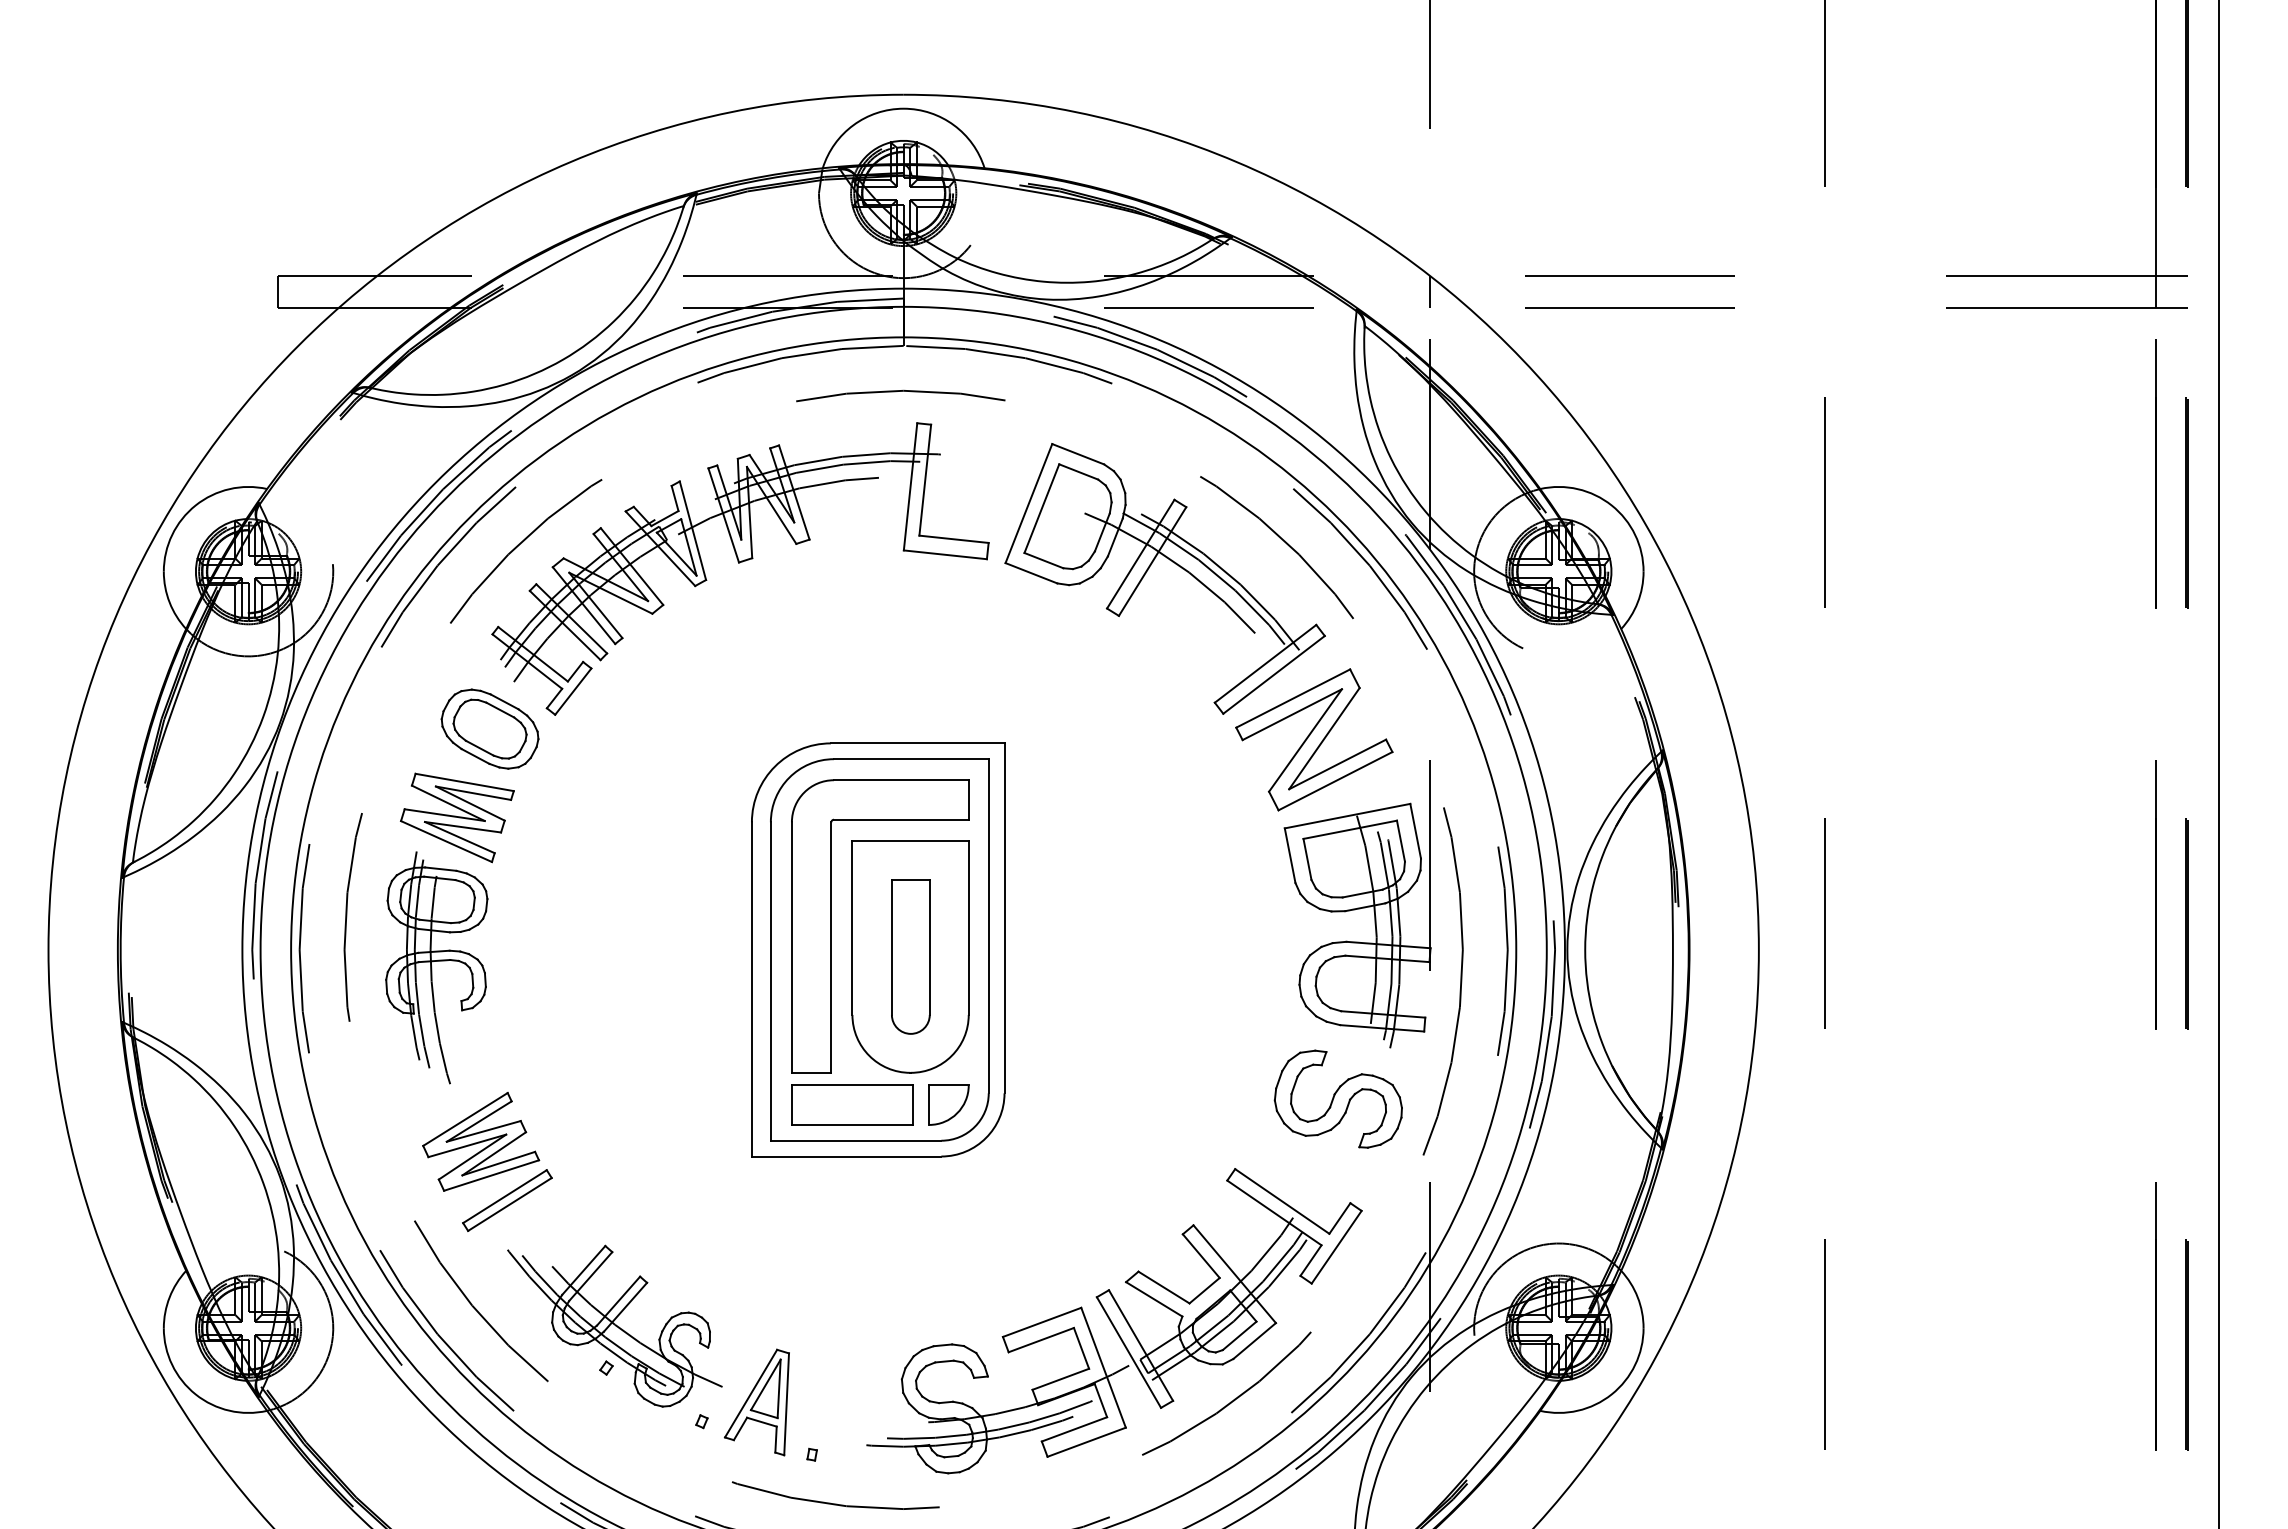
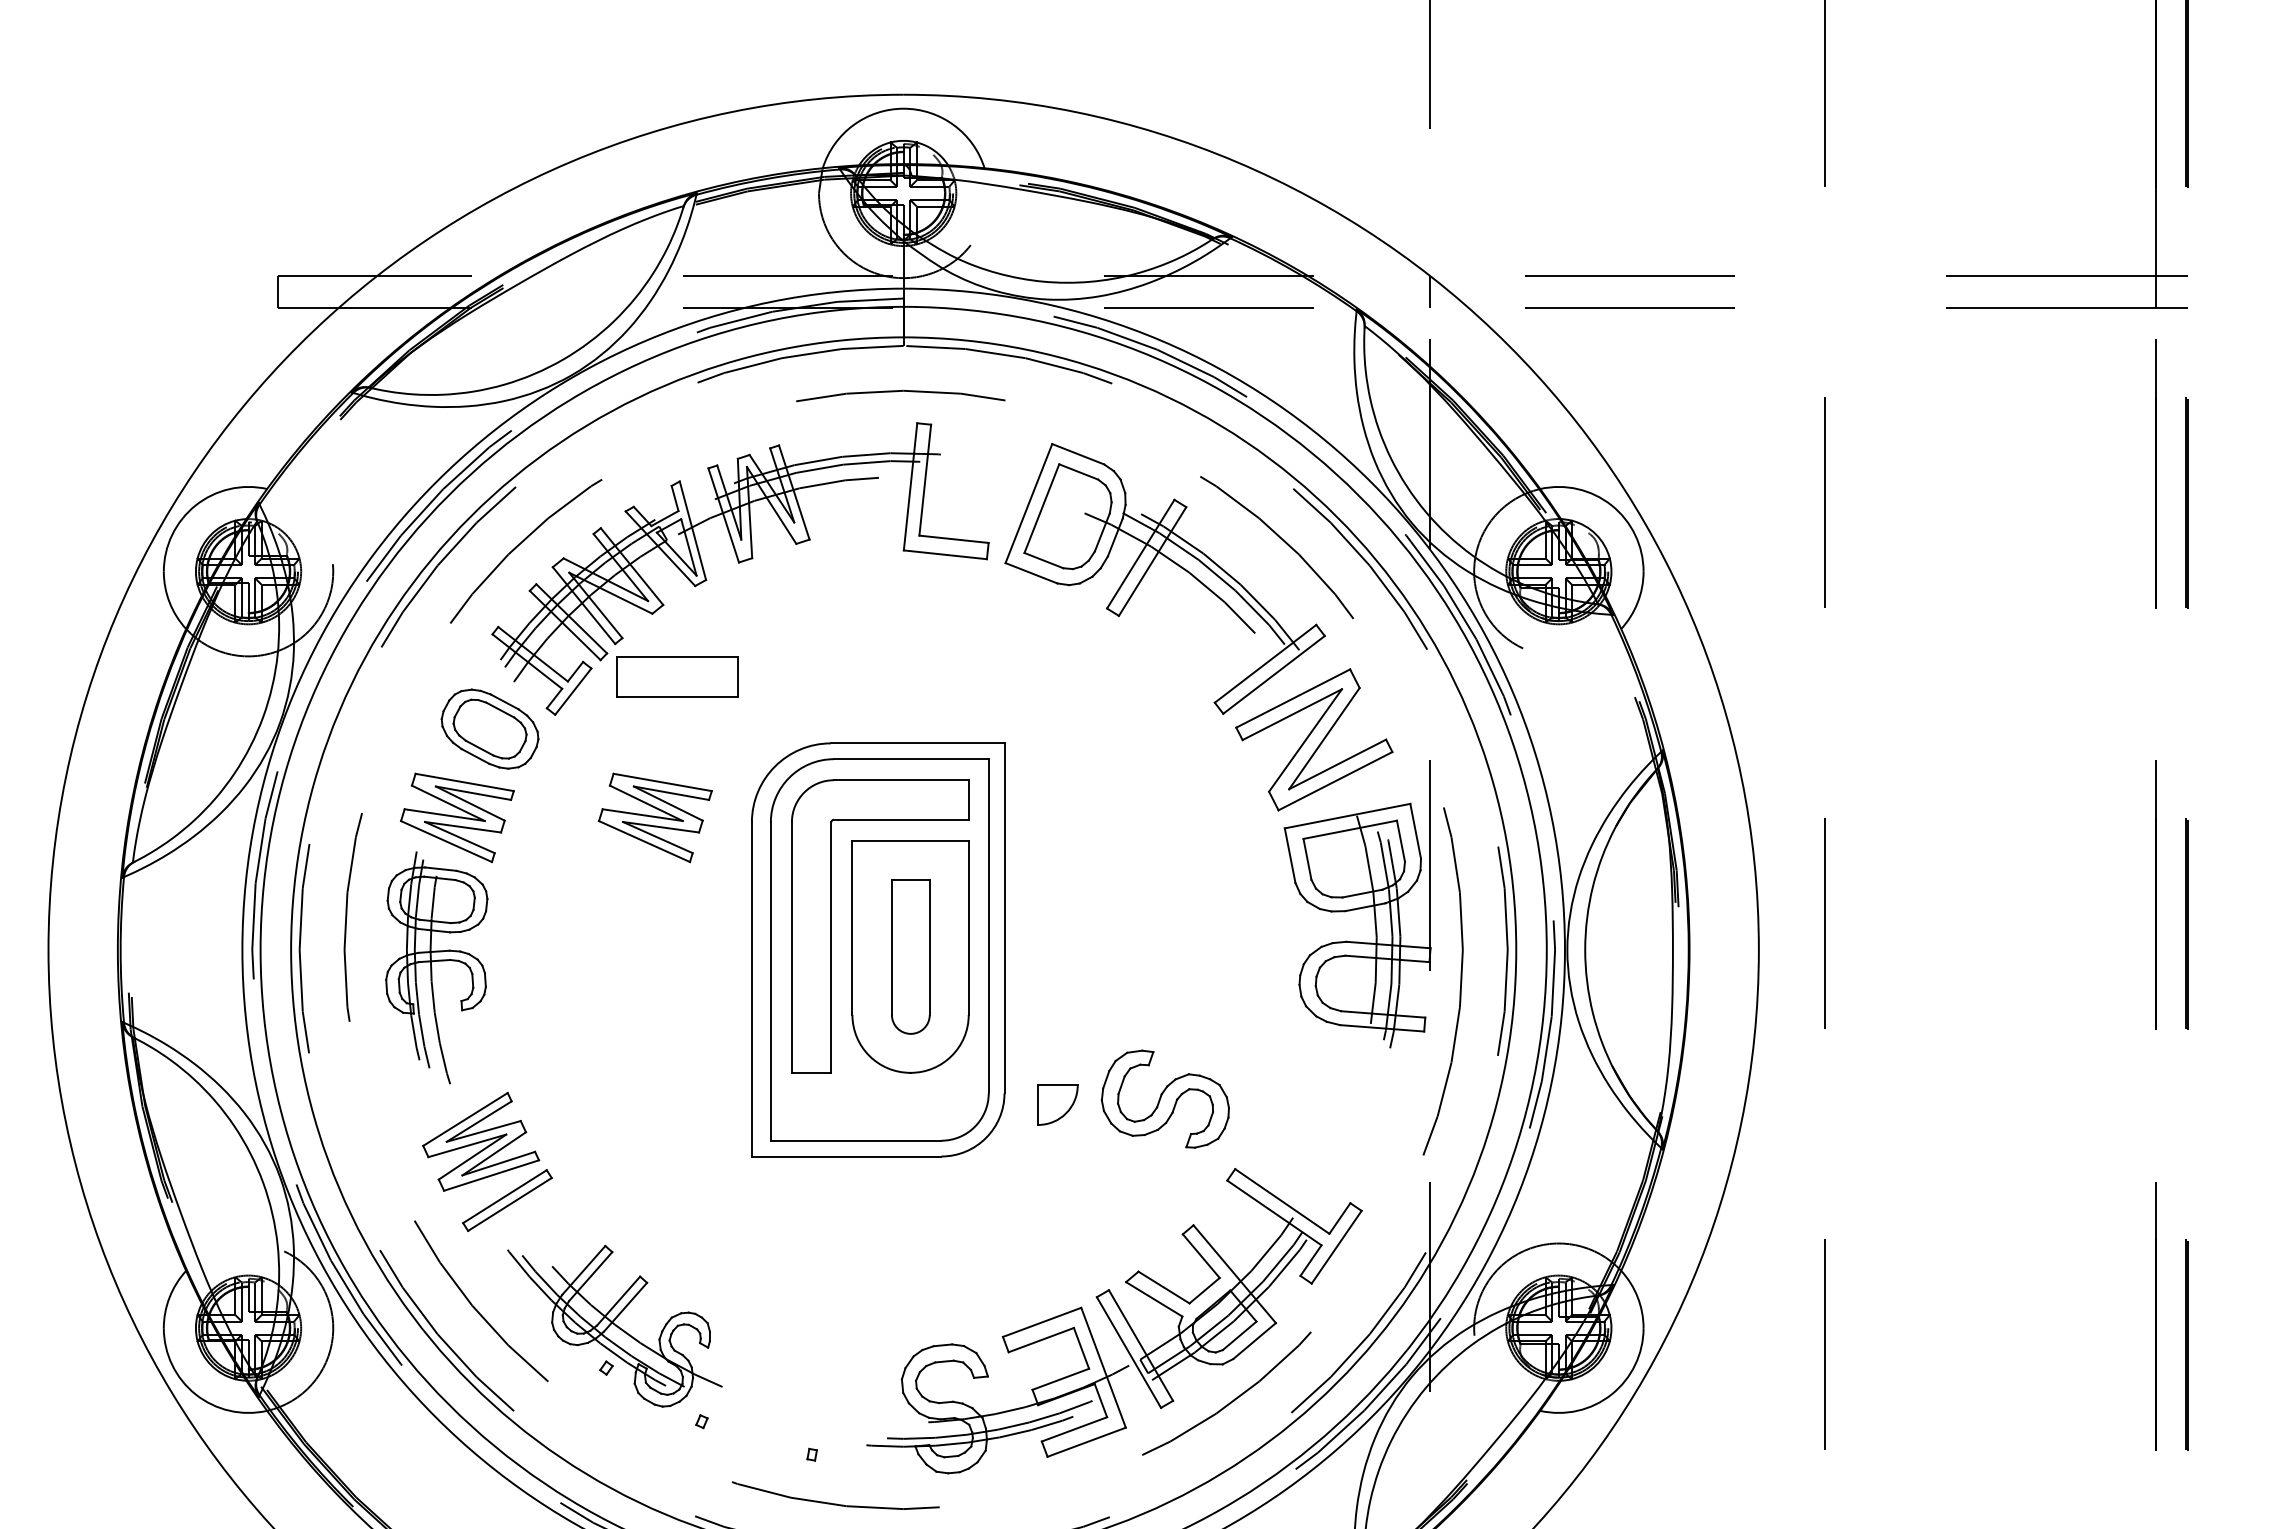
line at (2219, 763): present -> none
part at (655, 817): none -> present
part at (1337, 1098) position: (1337, 1098) -> (1164, 1098)
part at (852, 1104) position: (852, 1104) -> (677, 676)
part at (948, 1104) position: (948, 1104) -> (1057, 1104)
part at (756, 1402): present -> none
